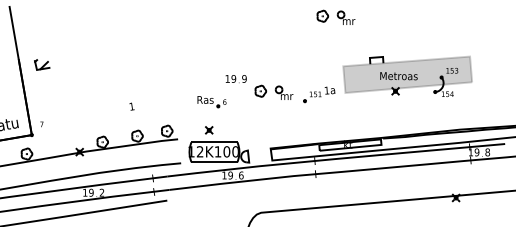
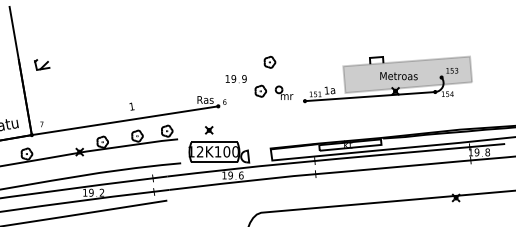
part at (335, 16): present -> none
part at (269, 61): none -> present
line at (370, 96): none -> present
line at (124, 120): none -> present
